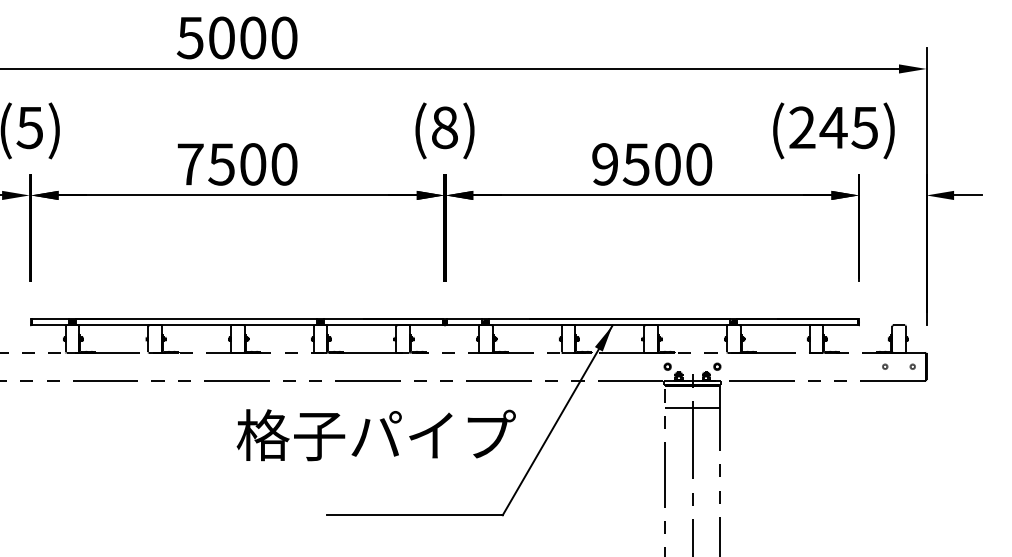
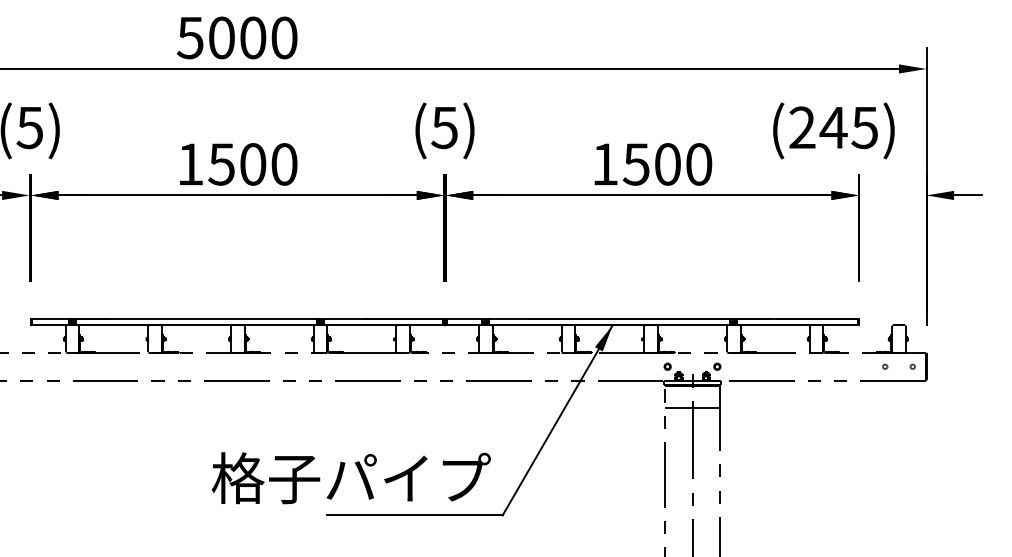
text at (444, 127): (8) -> (5)
text at (190, 164): 7500 -> 1500
text at (604, 164): 9500 -> 1500
text at (375, 435) position: (375, 435) -> (350, 478)
